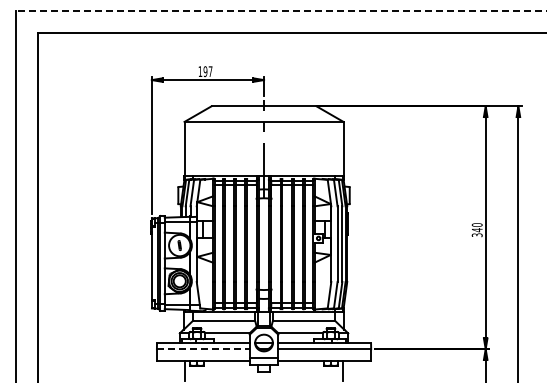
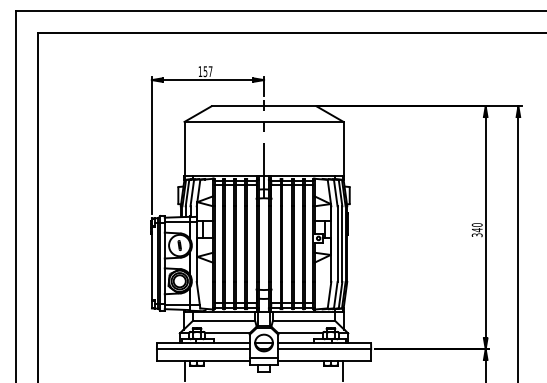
line at (281, 11): dashed -> solid
text at (205, 71): 197 -> 157
line at (203, 349): dashed -> solid
